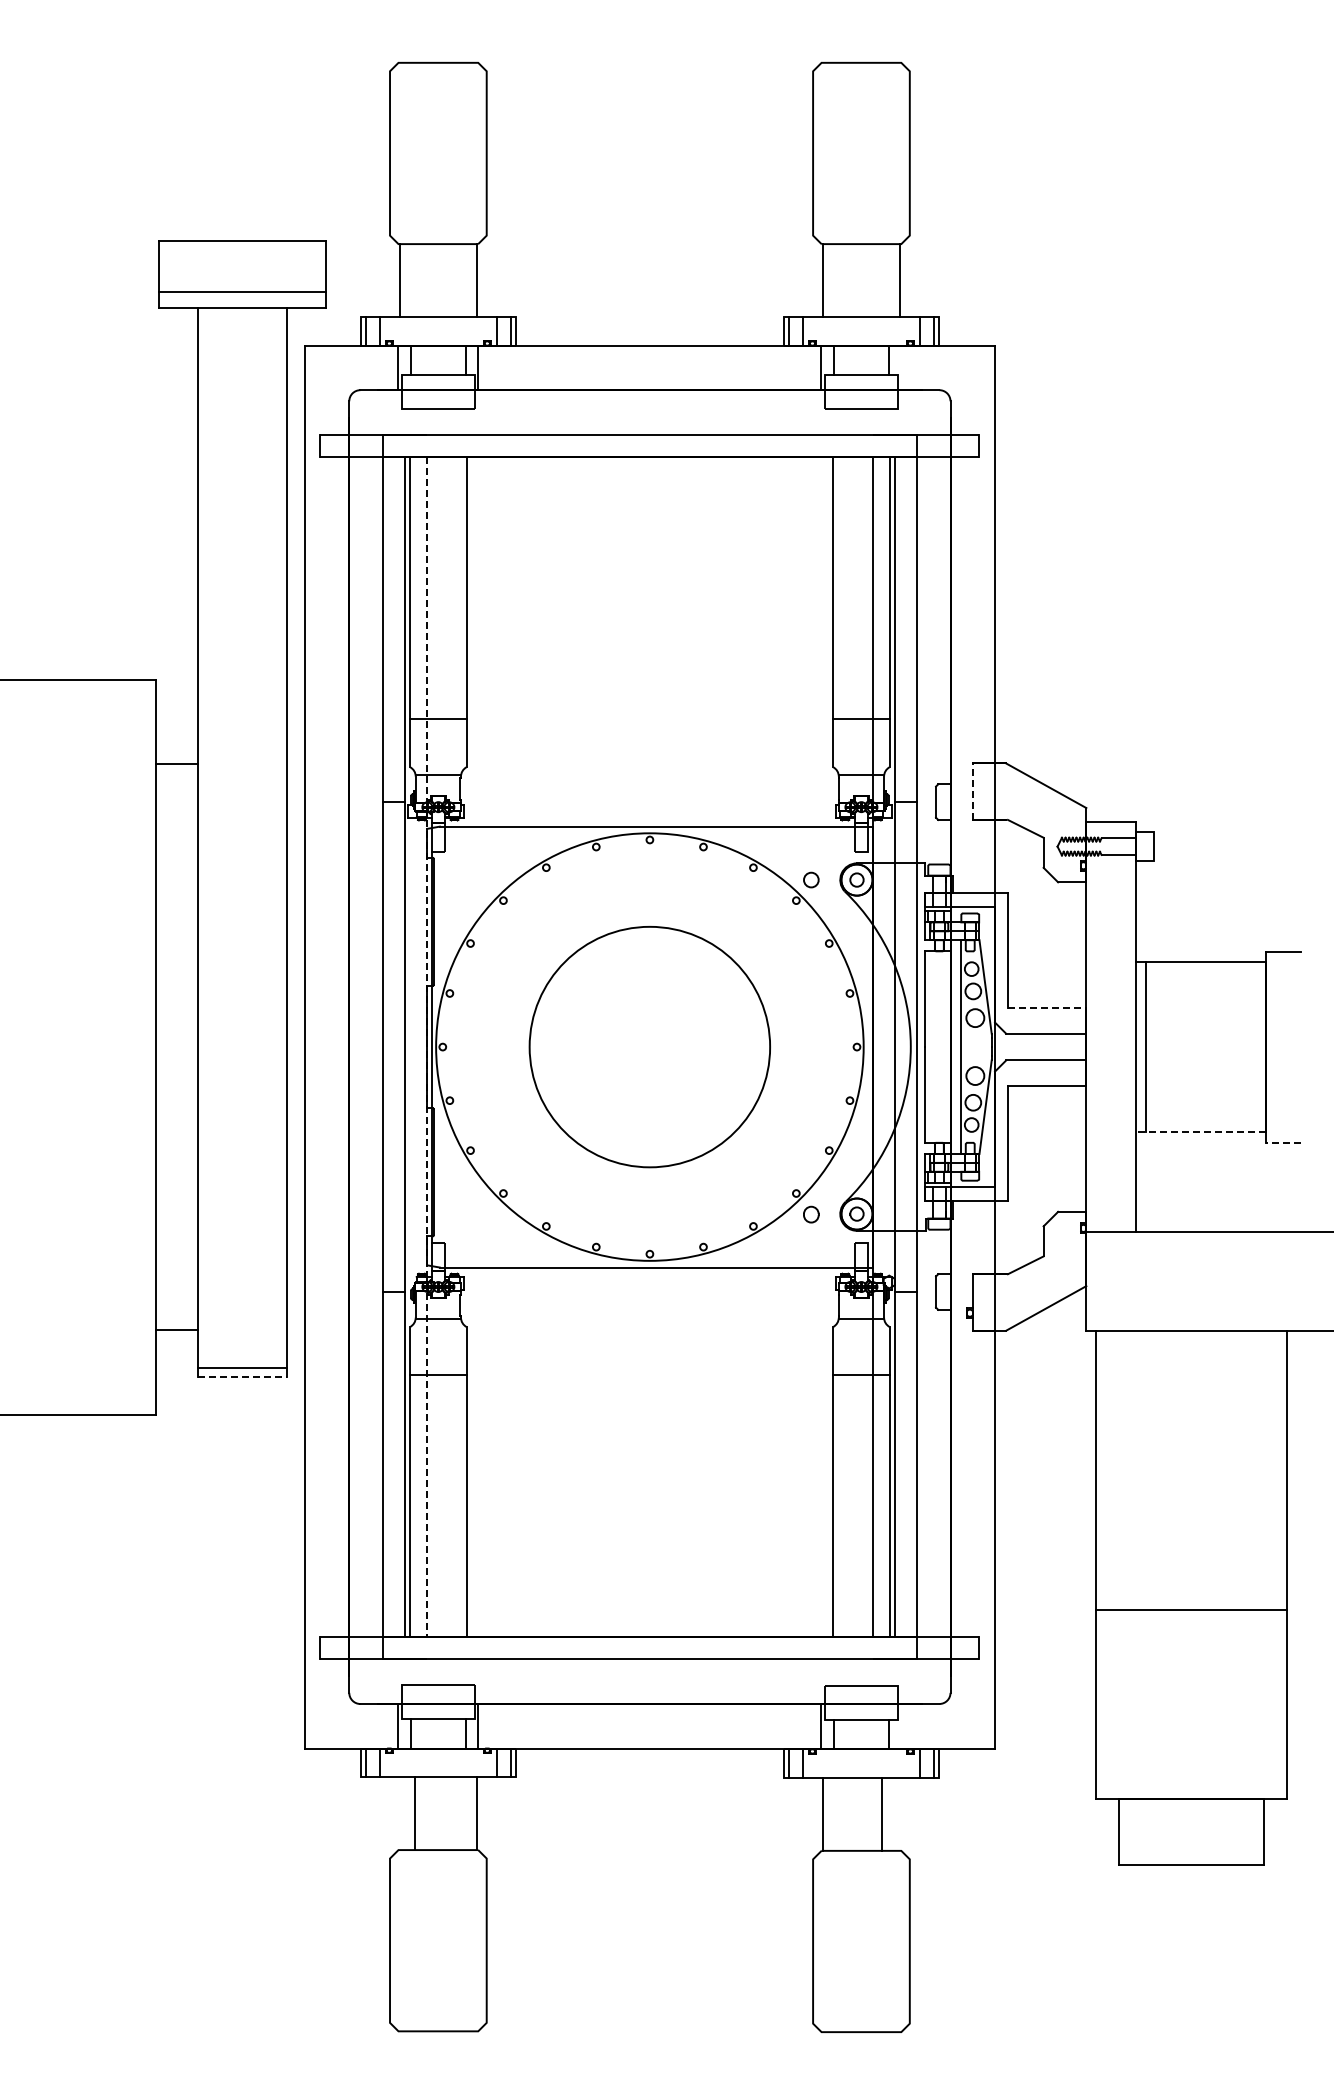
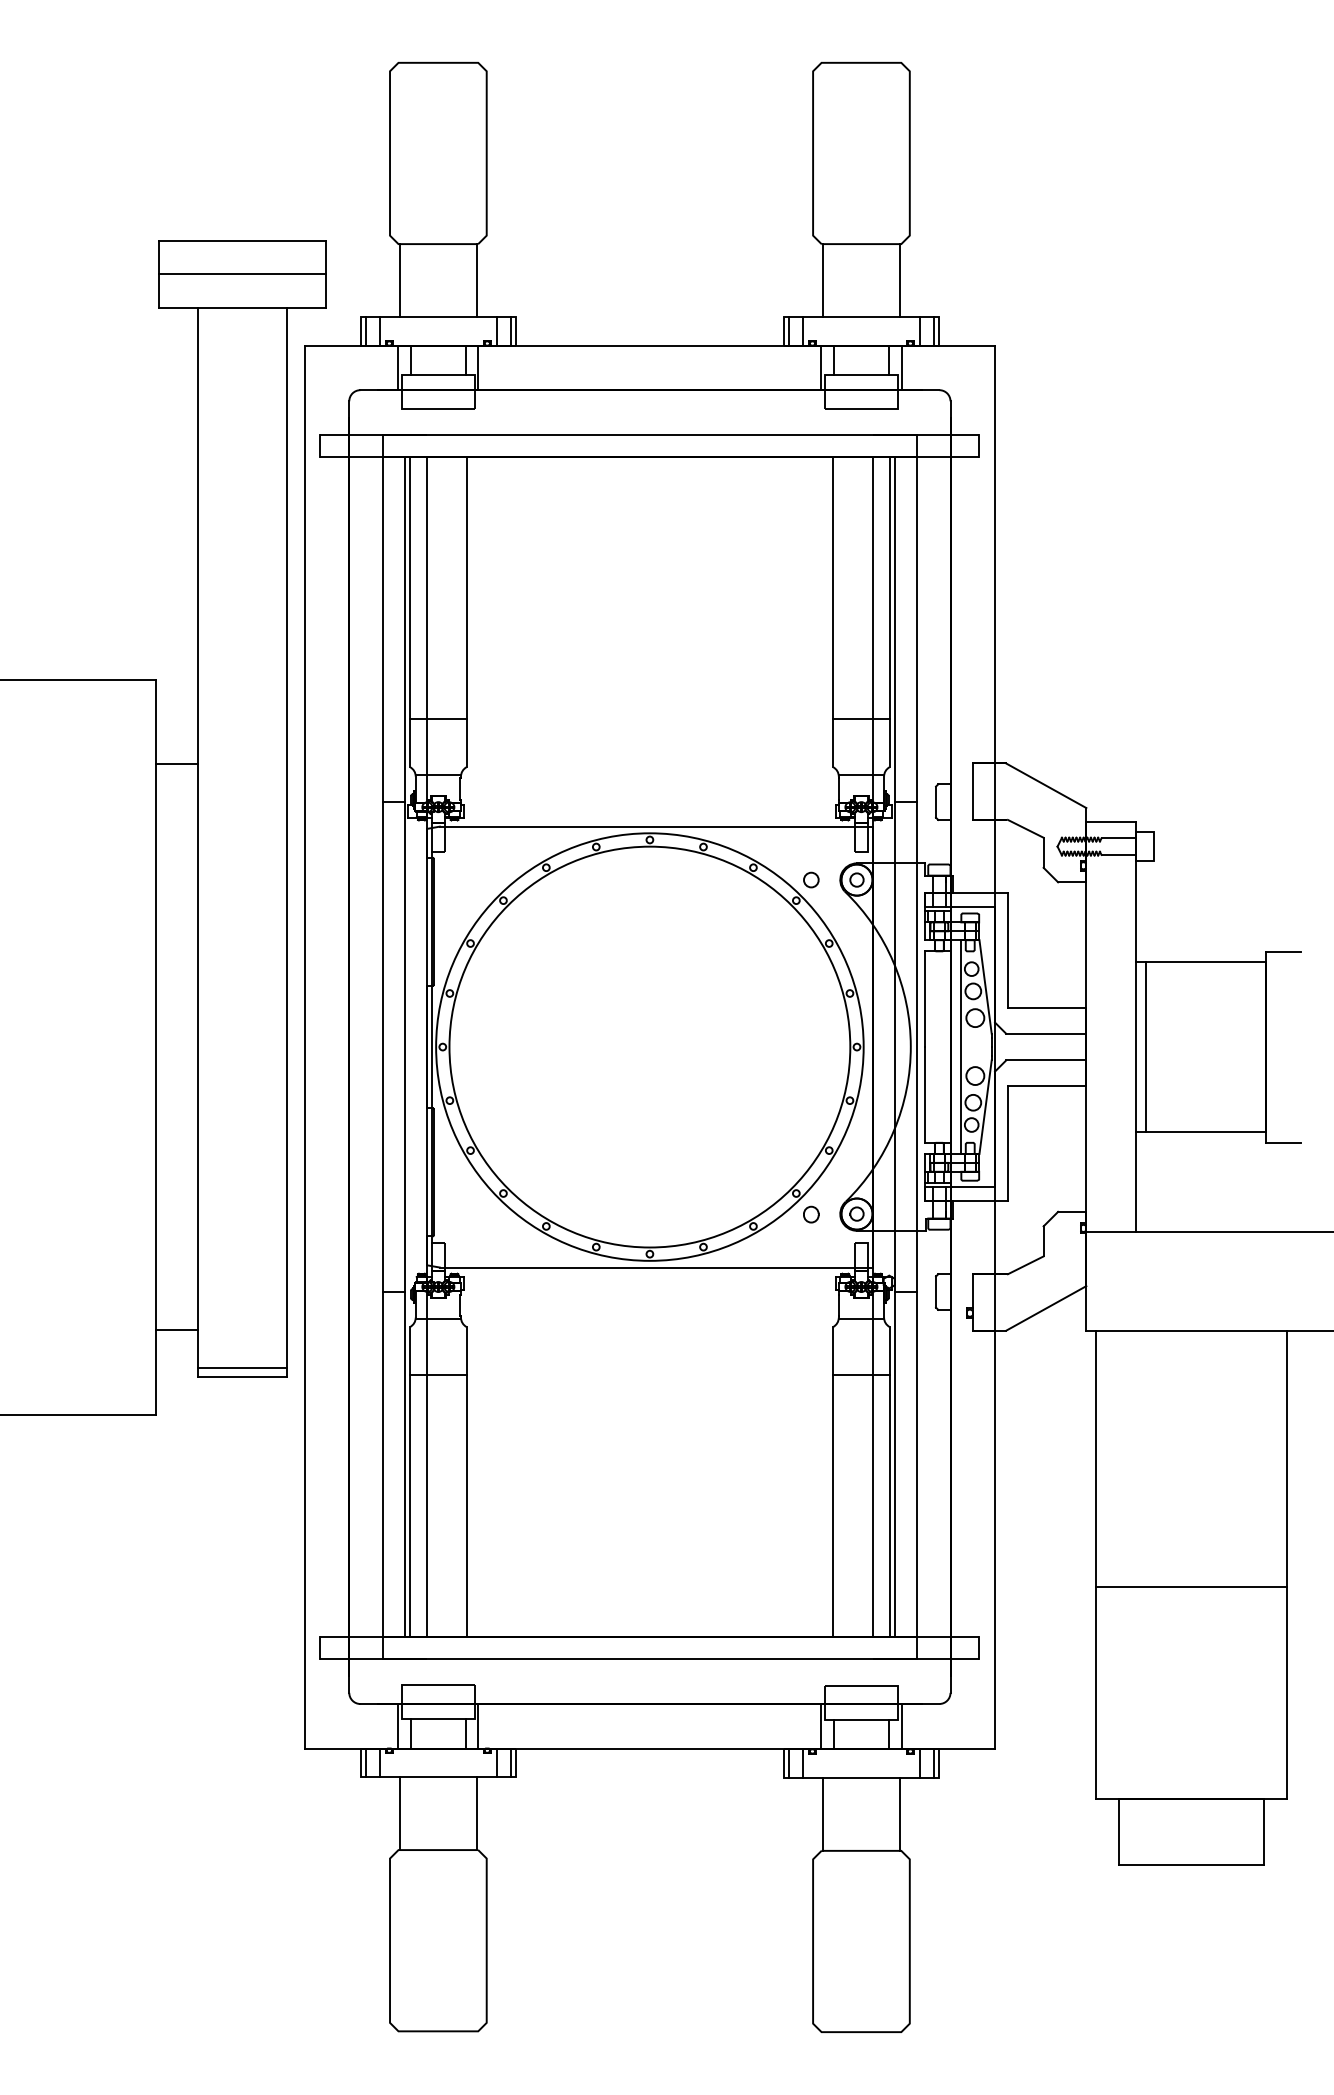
line at (241, 292) position: (241, 292) -> (241, 274)
line at (901, 367): none -> present
line at (972, 791): dashed -> solid
line at (1047, 1008): dashed -> solid
circle at (649, 1046) diameter: 240 px -> 401 px
line at (427, 1047): dashed -> solid
line at (1200, 1131): dashed -> solid
line at (1283, 1142): dashed -> solid
line at (242, 1376): dashed -> solid
line at (1191, 1610) position: (1191, 1610) -> (1191, 1587)
line at (901, 1726): none -> present
line at (414, 1813) position: (414, 1813) -> (399, 1813)
line at (882, 1813) position: (882, 1813) -> (900, 1813)
